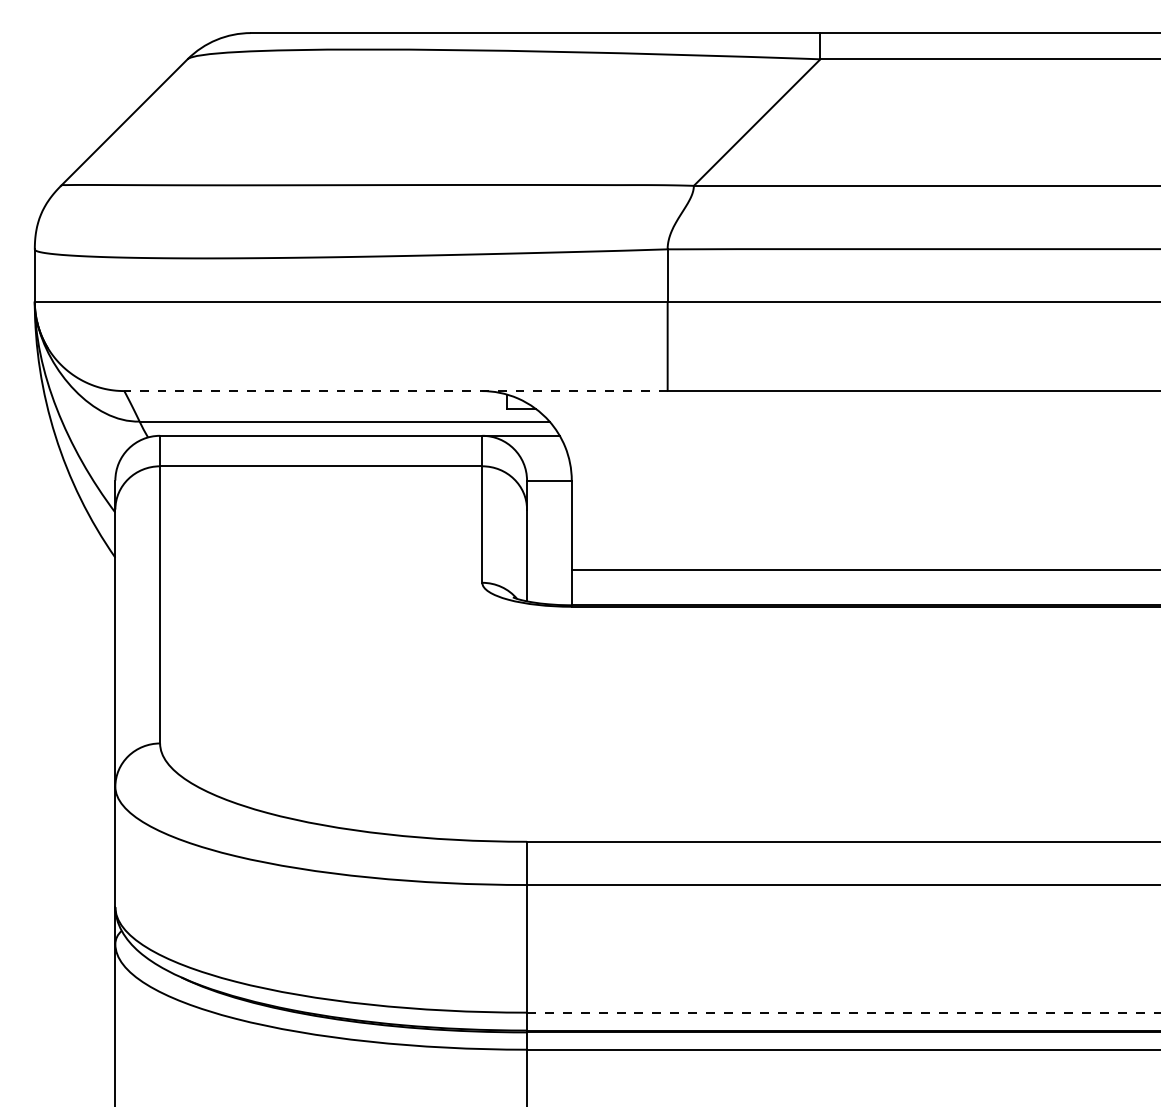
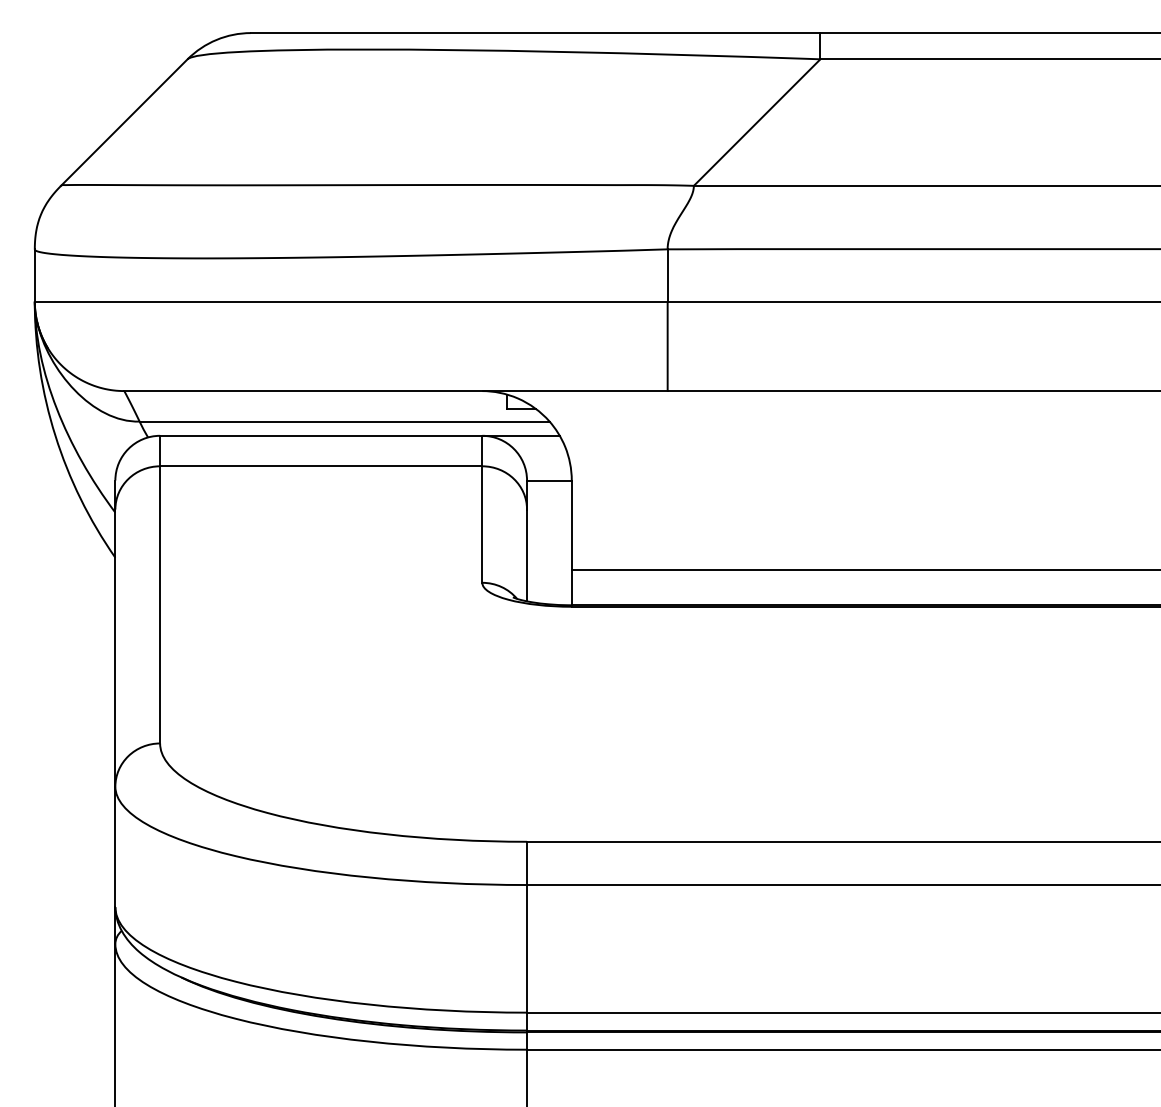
line at (395, 391): dashed -> solid
line at (843, 1012): dashed -> solid
